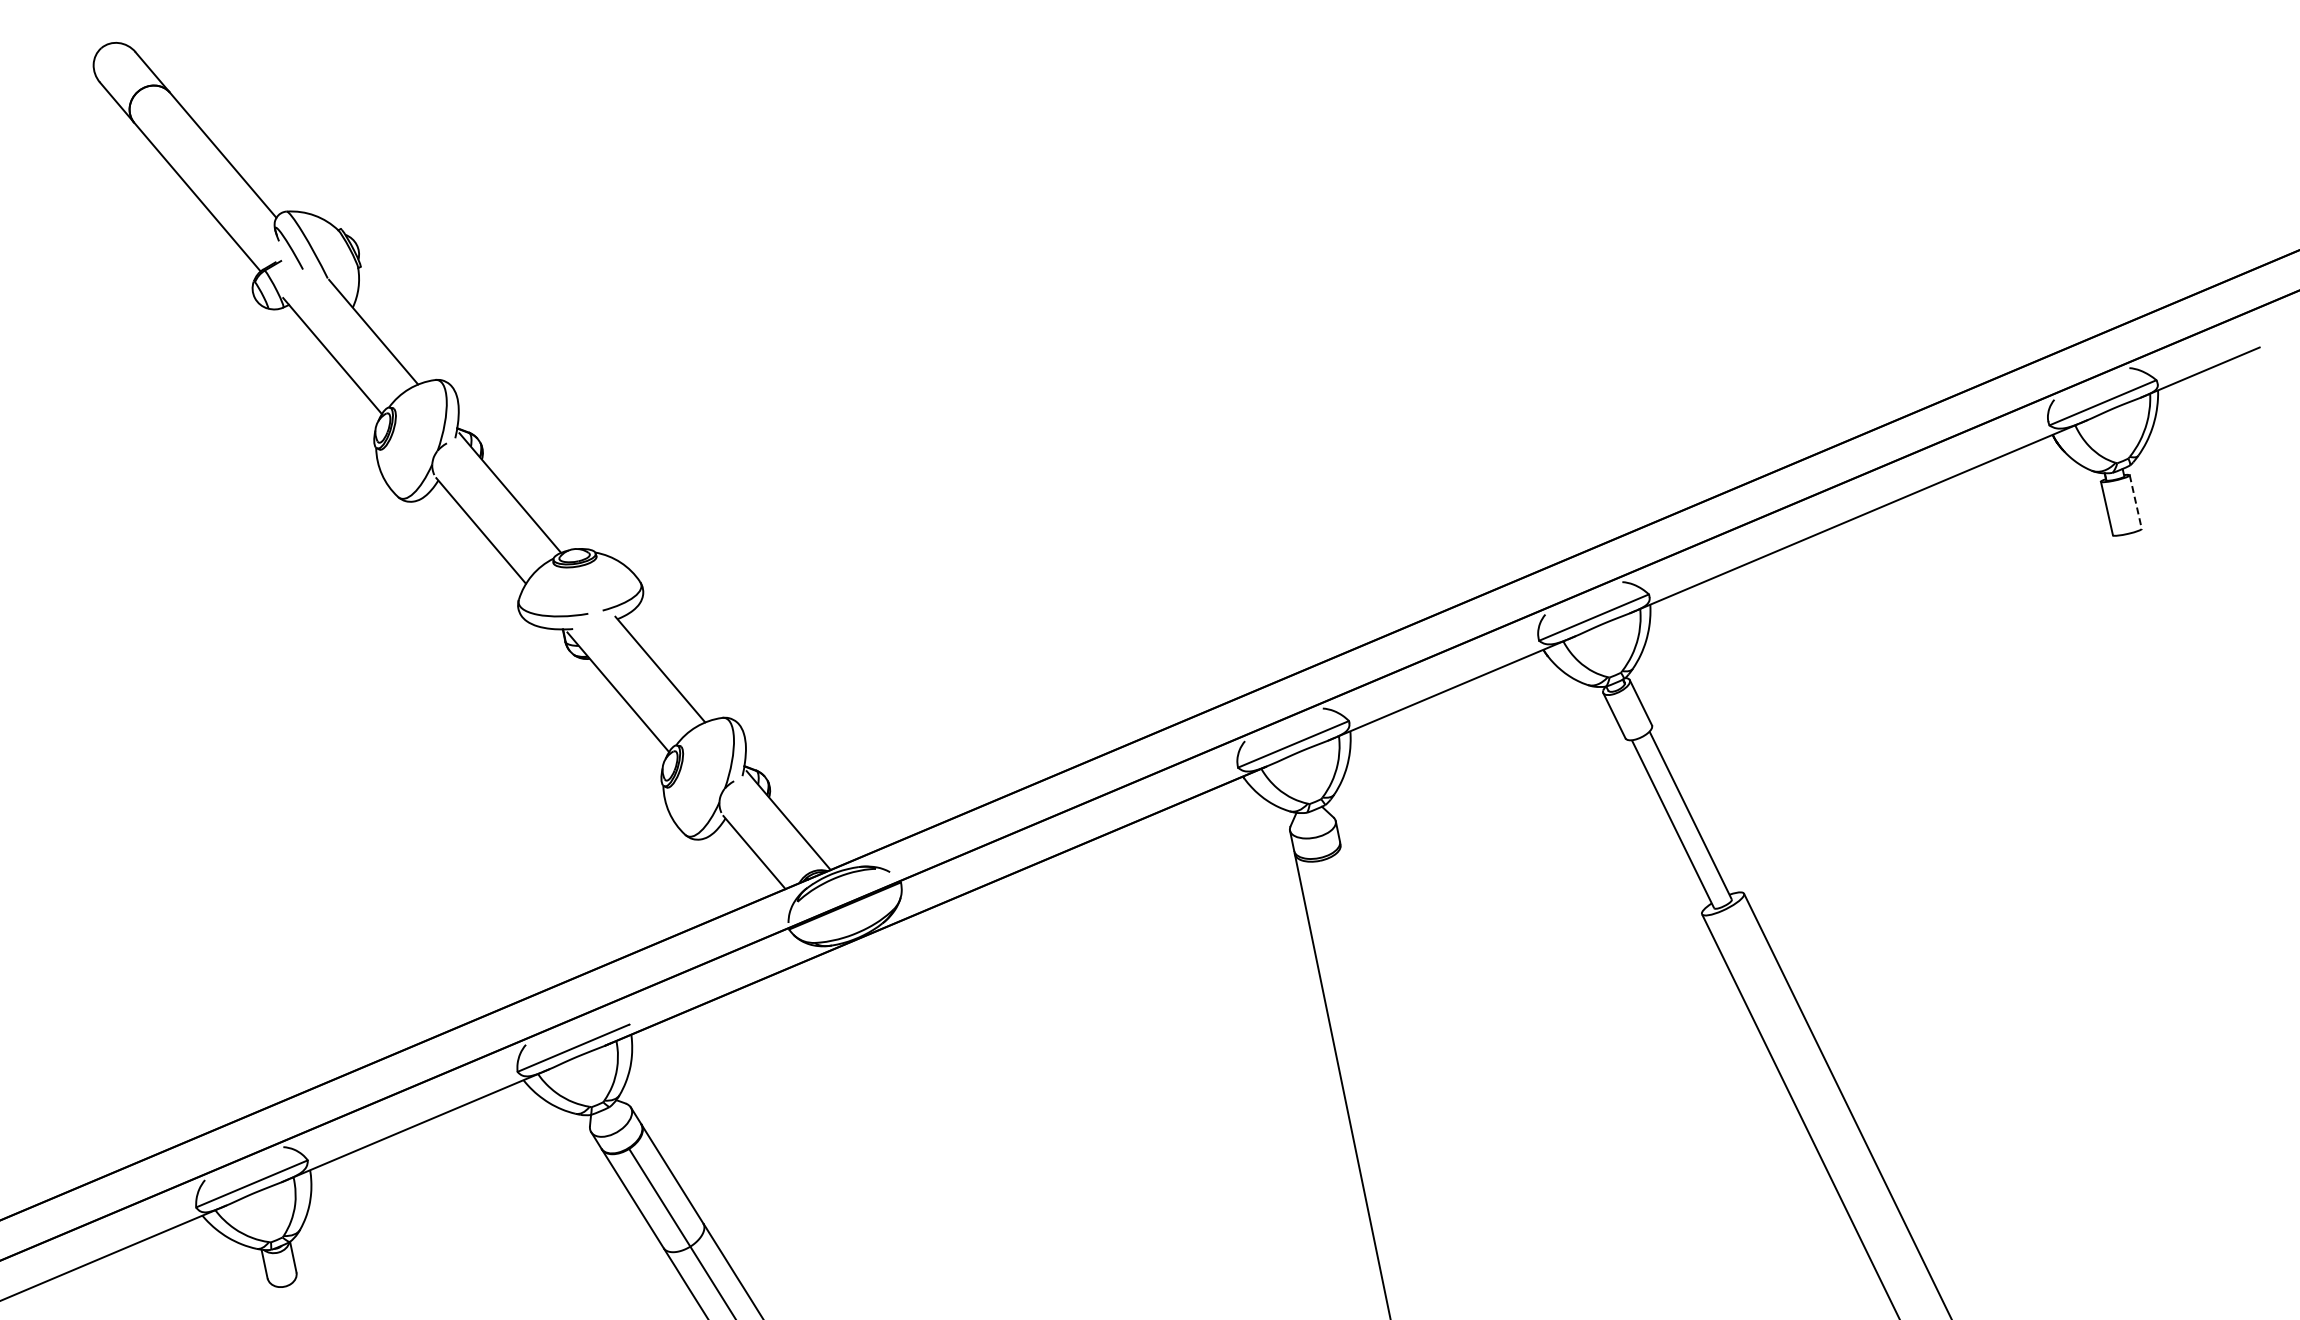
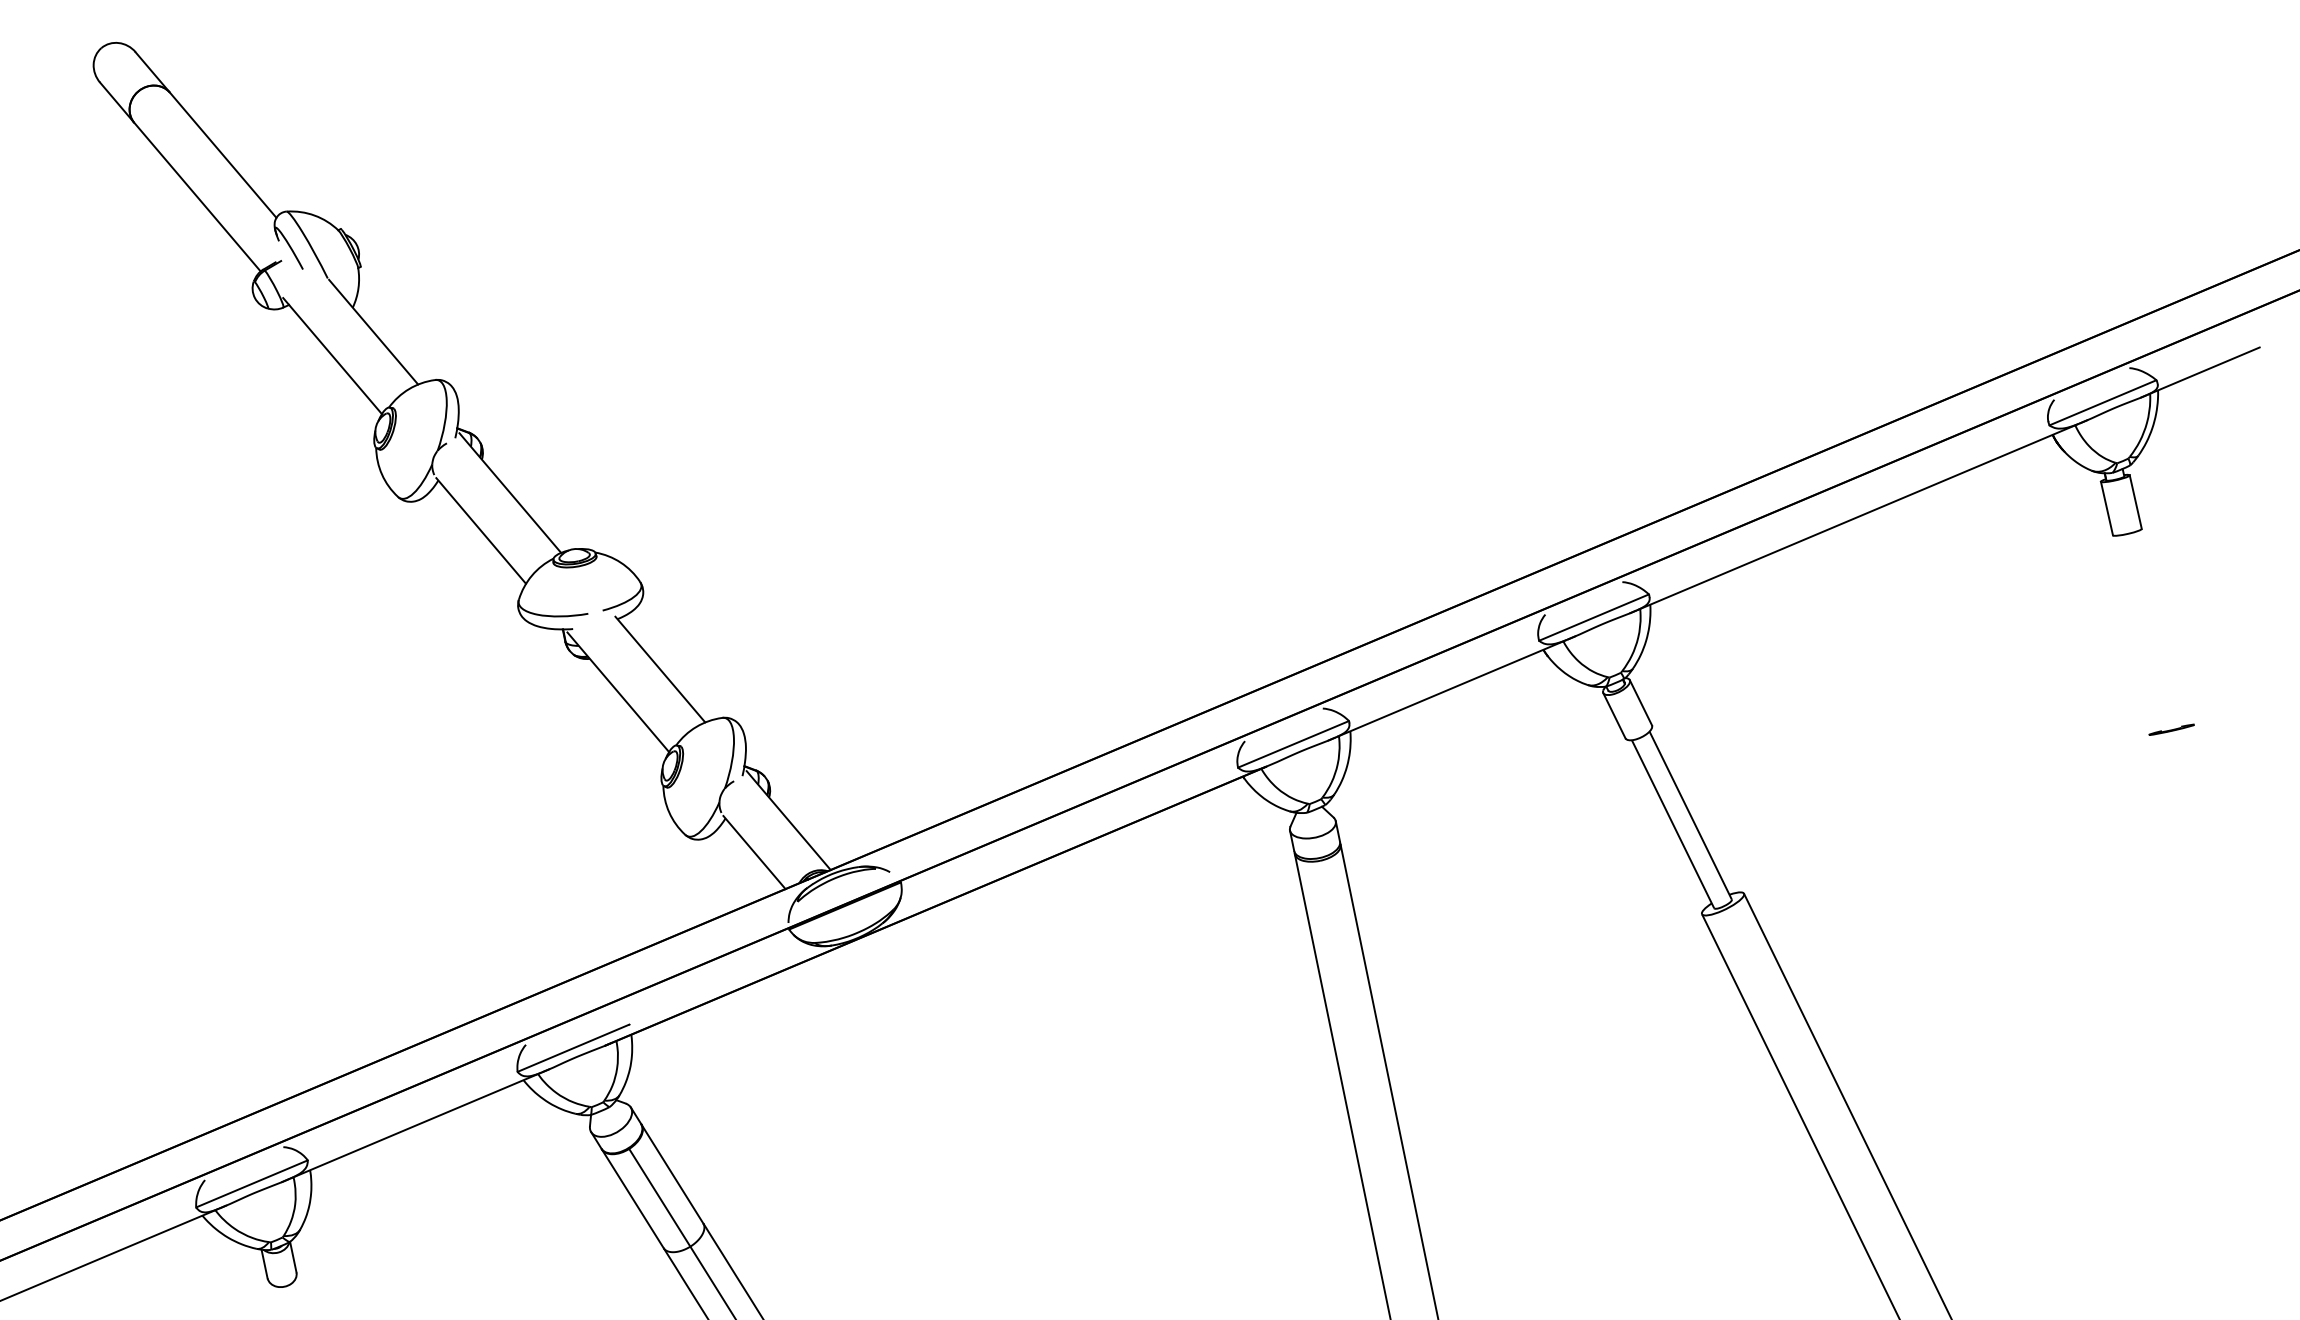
line at (2135, 502): dashed -> solid
line at (2171, 729): none -> present
line at (1388, 1080): none -> present
